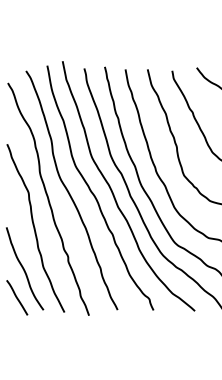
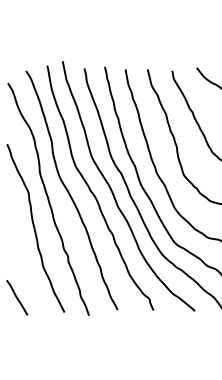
curve at (24, 268): present -> none
